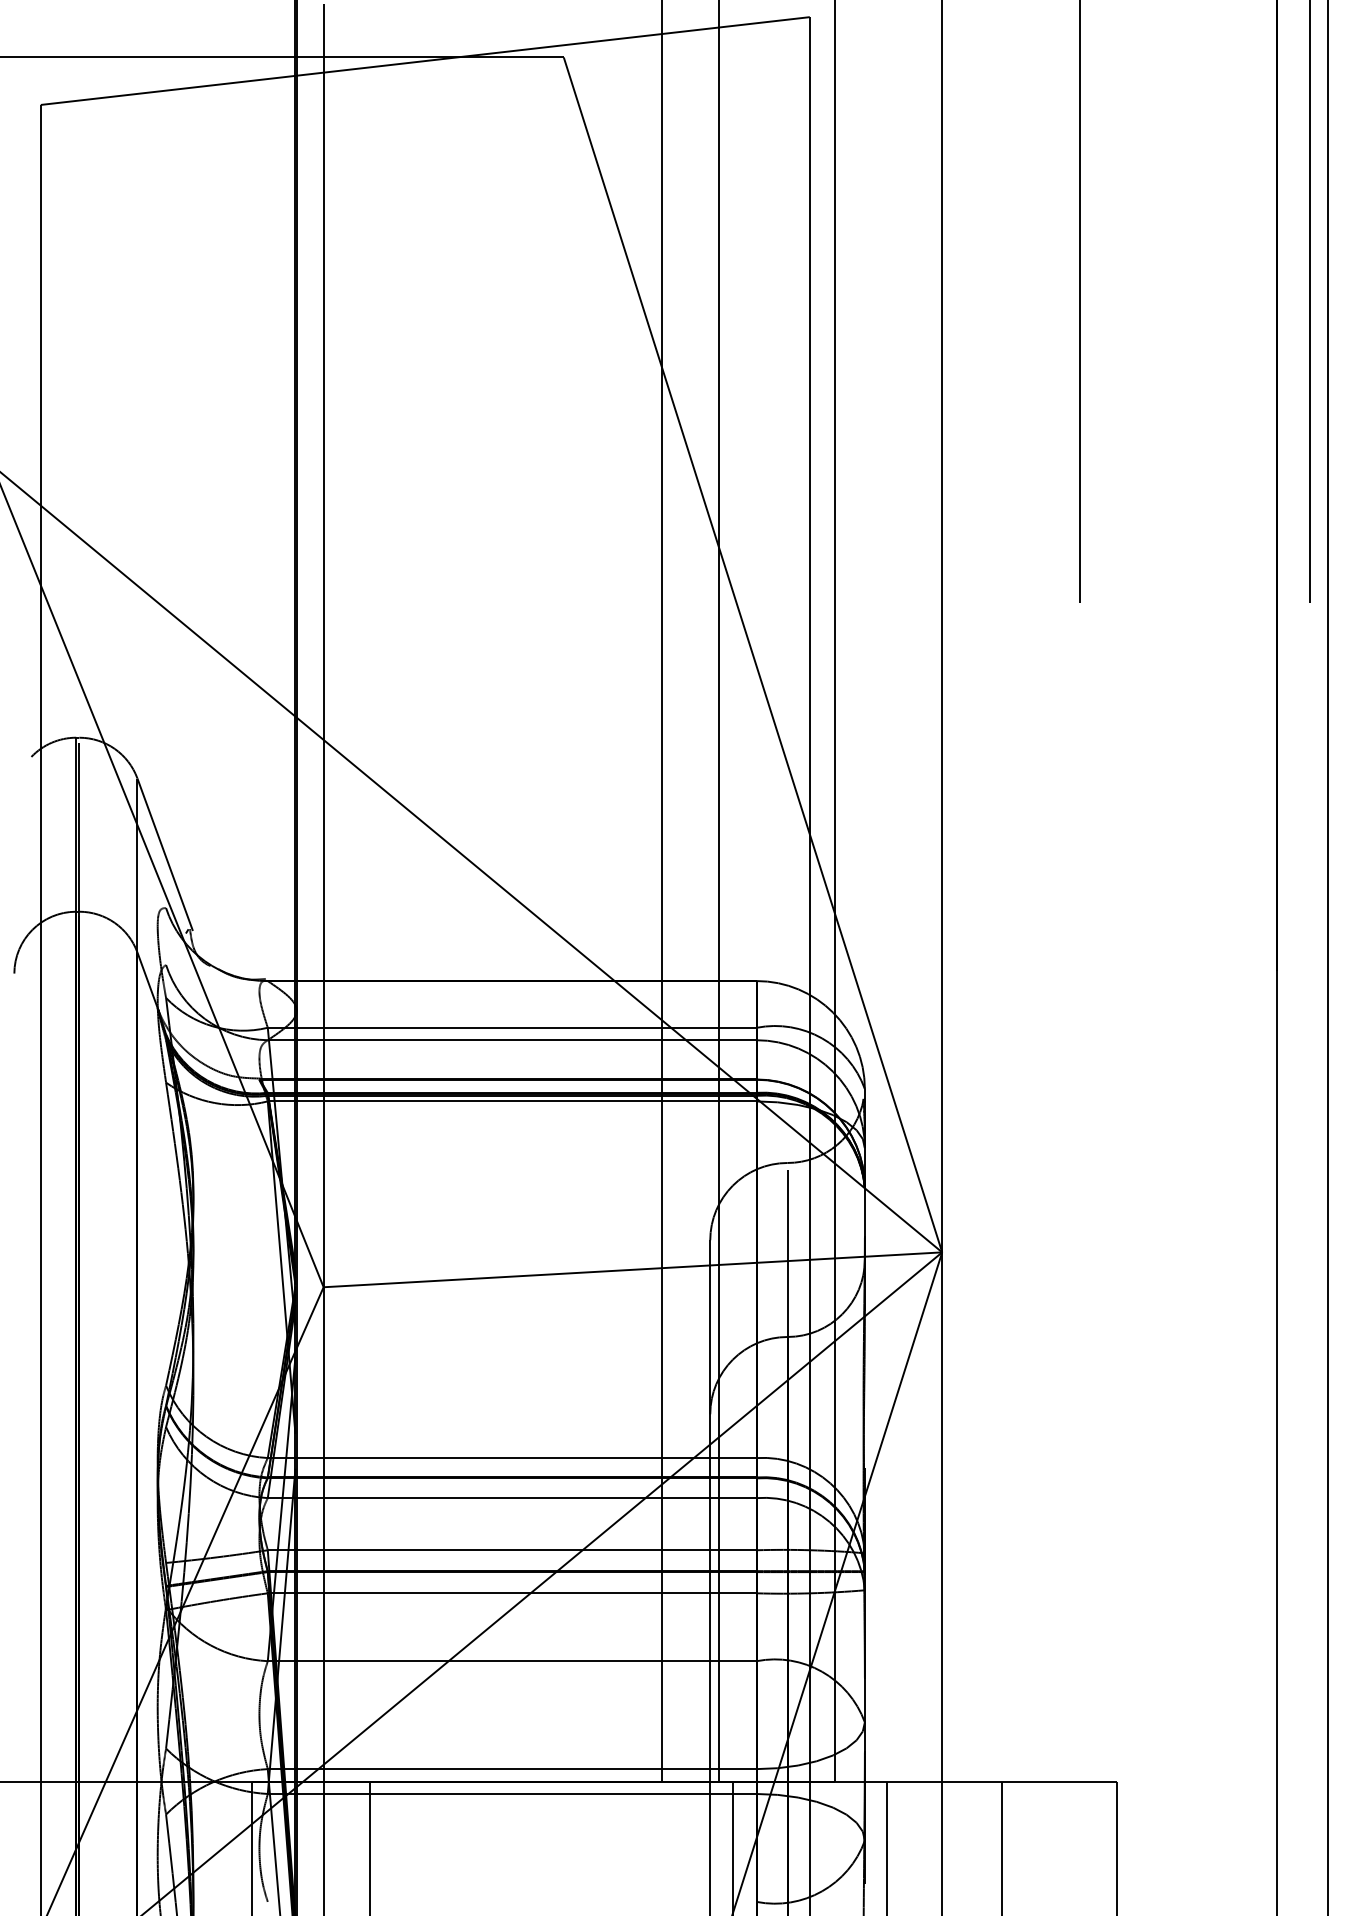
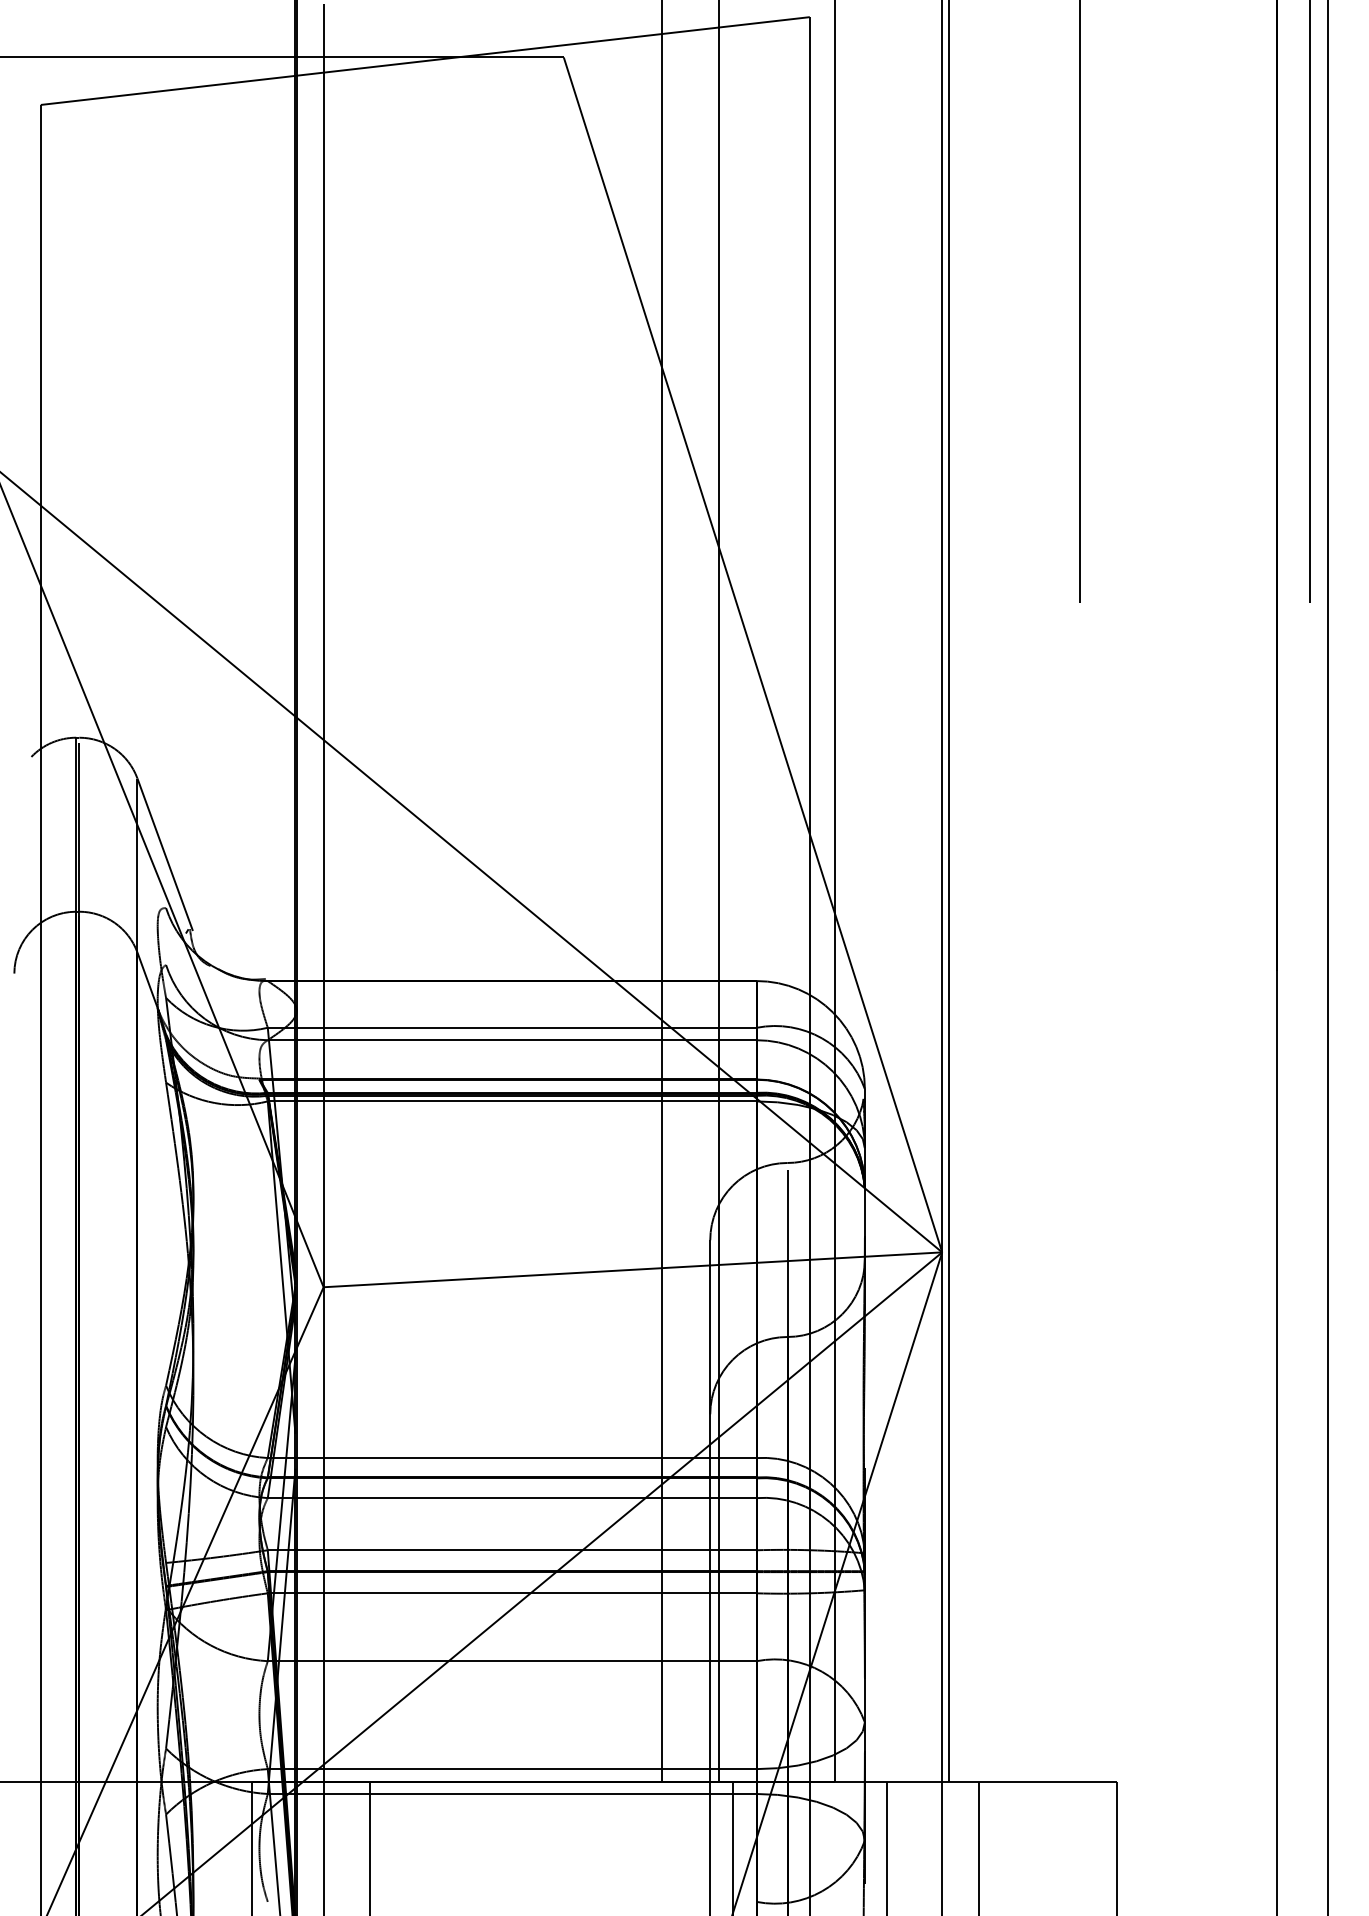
line at (949, 891): none -> present
line at (1001, 1846) position: (1001, 1846) -> (978, 1846)
